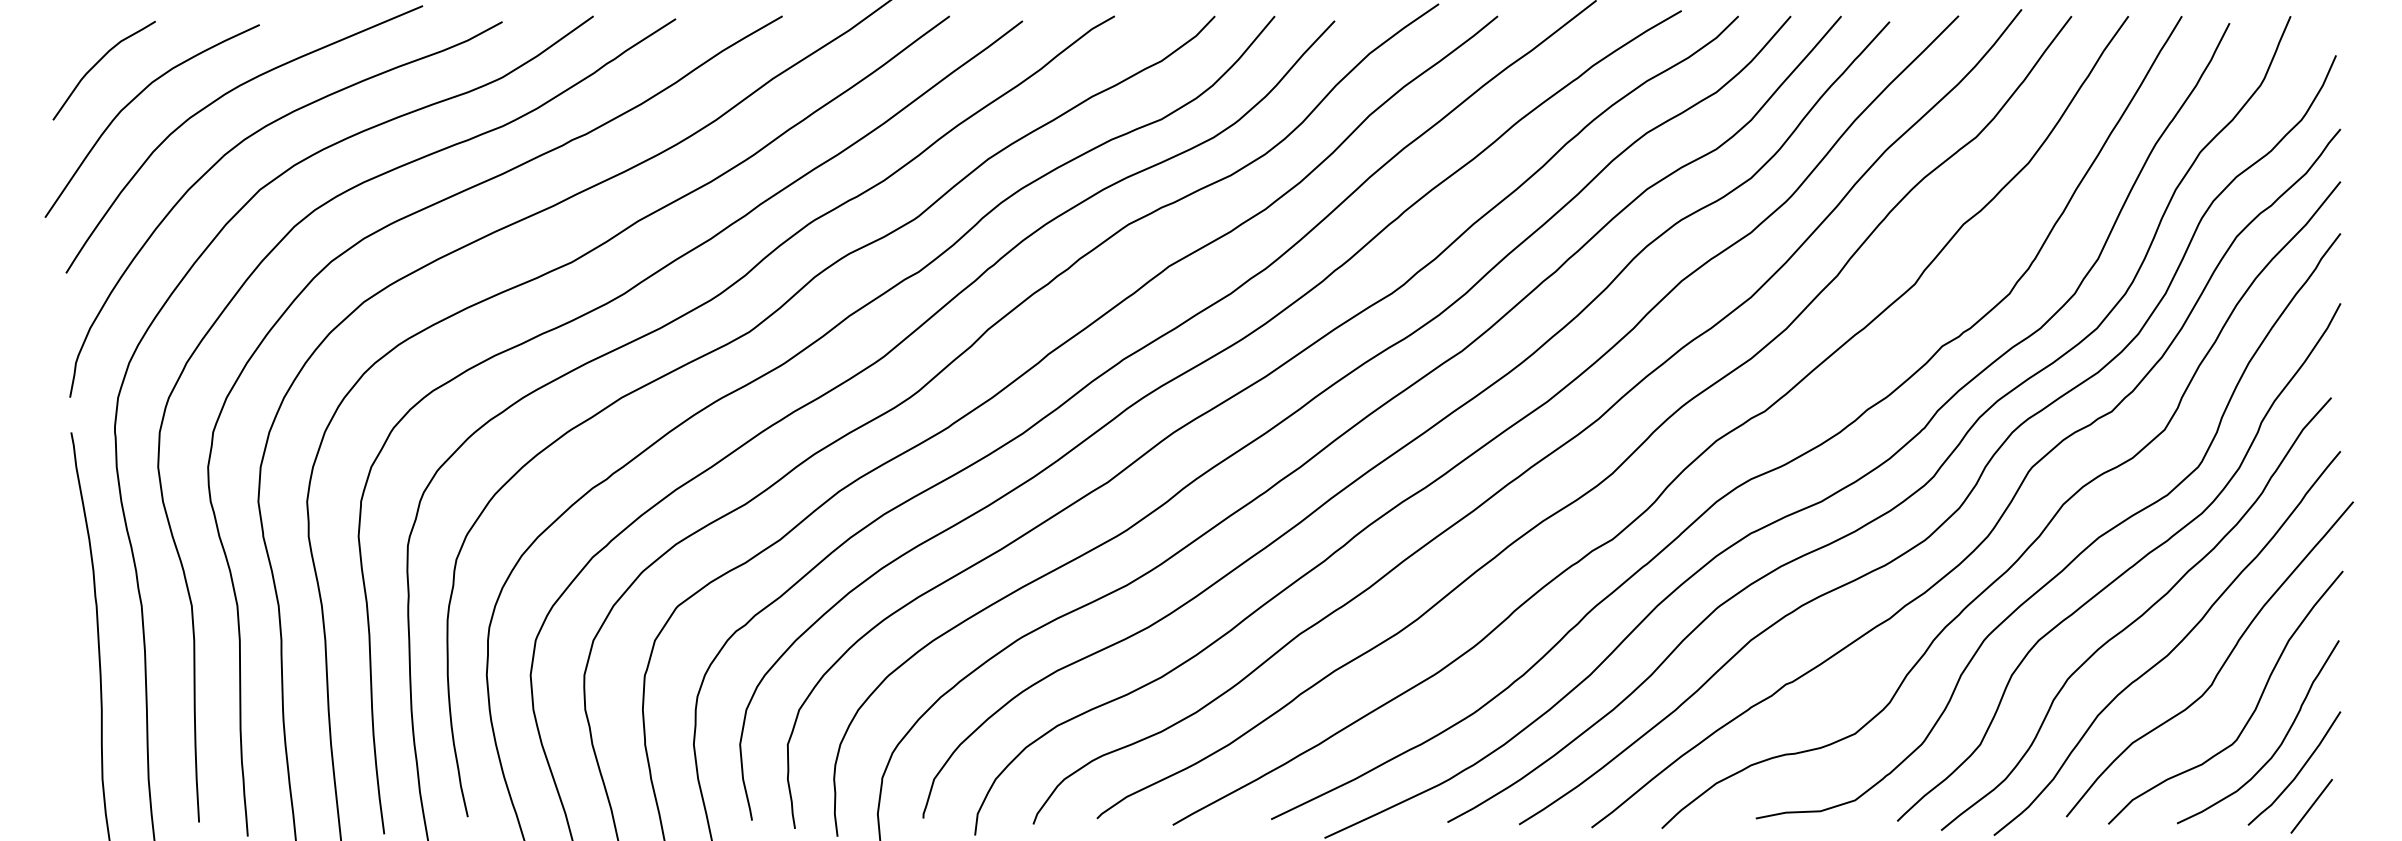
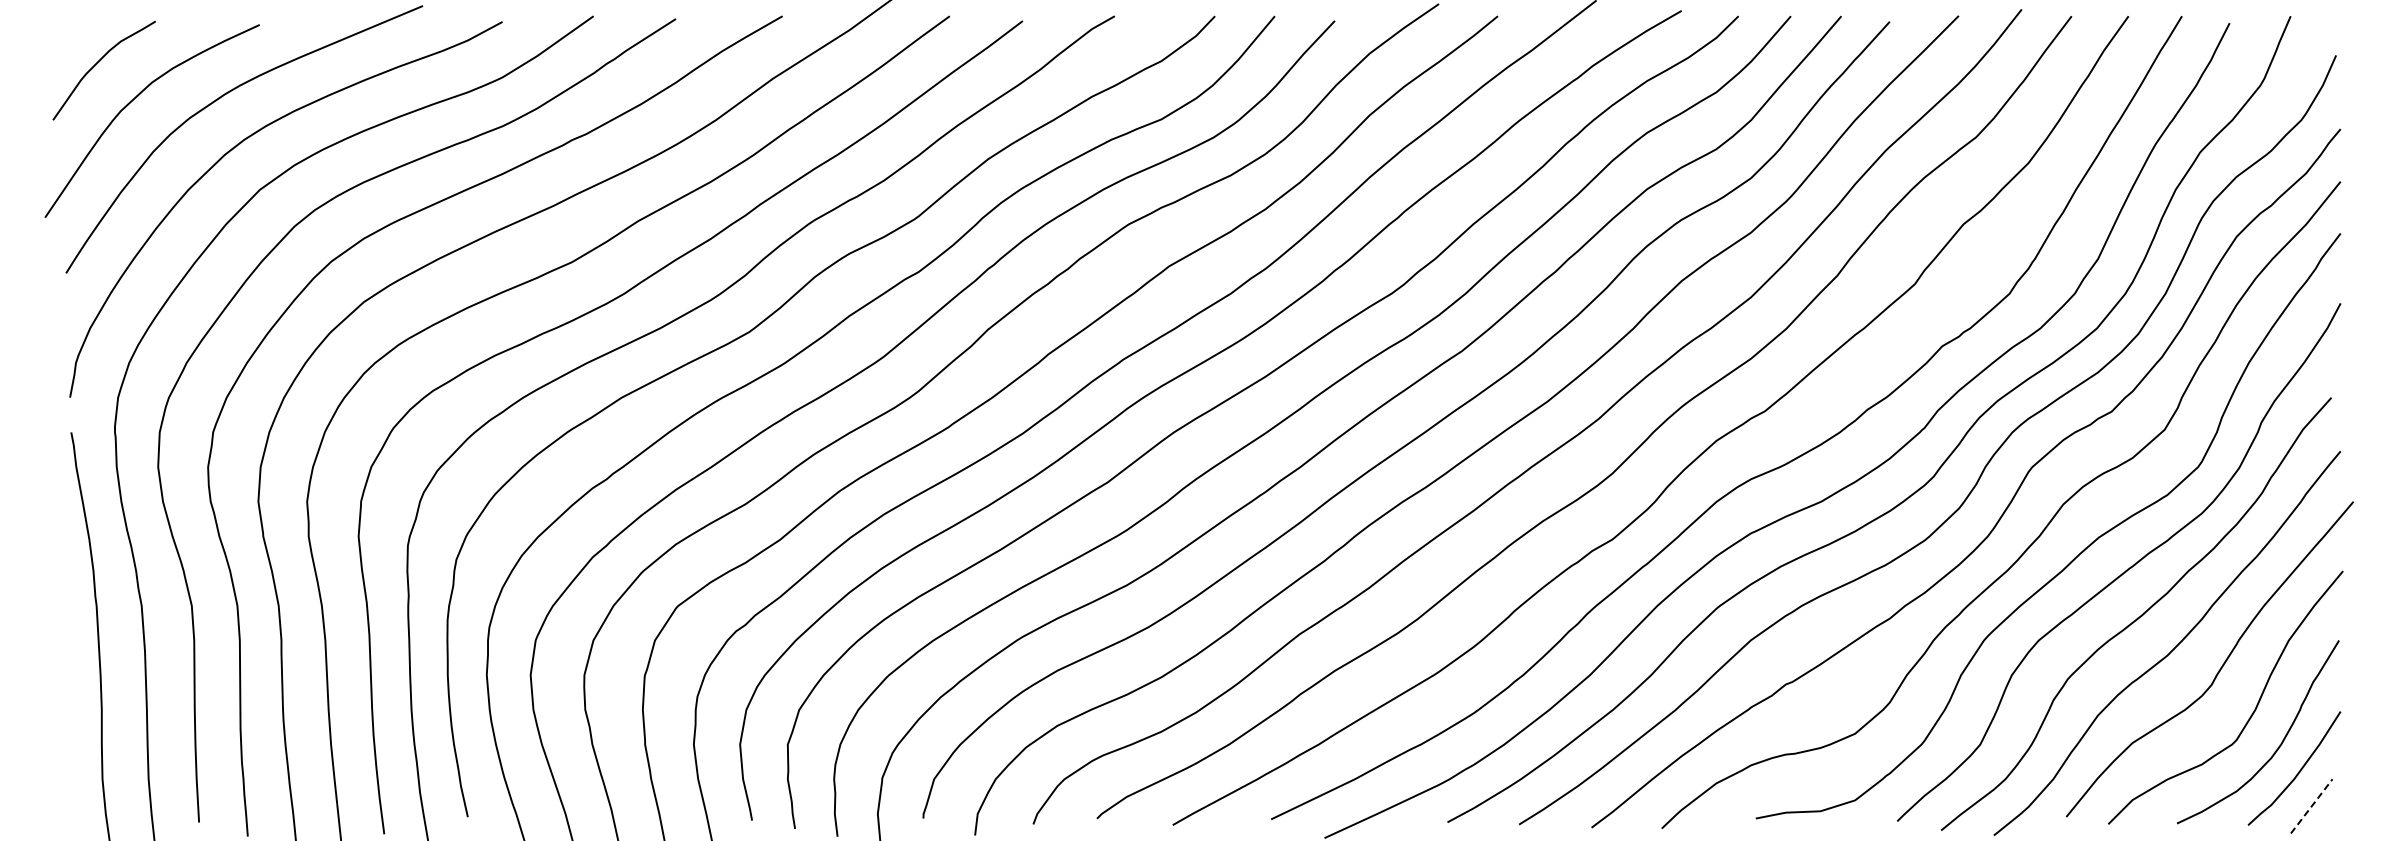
line at (2312, 805): solid -> dashed
